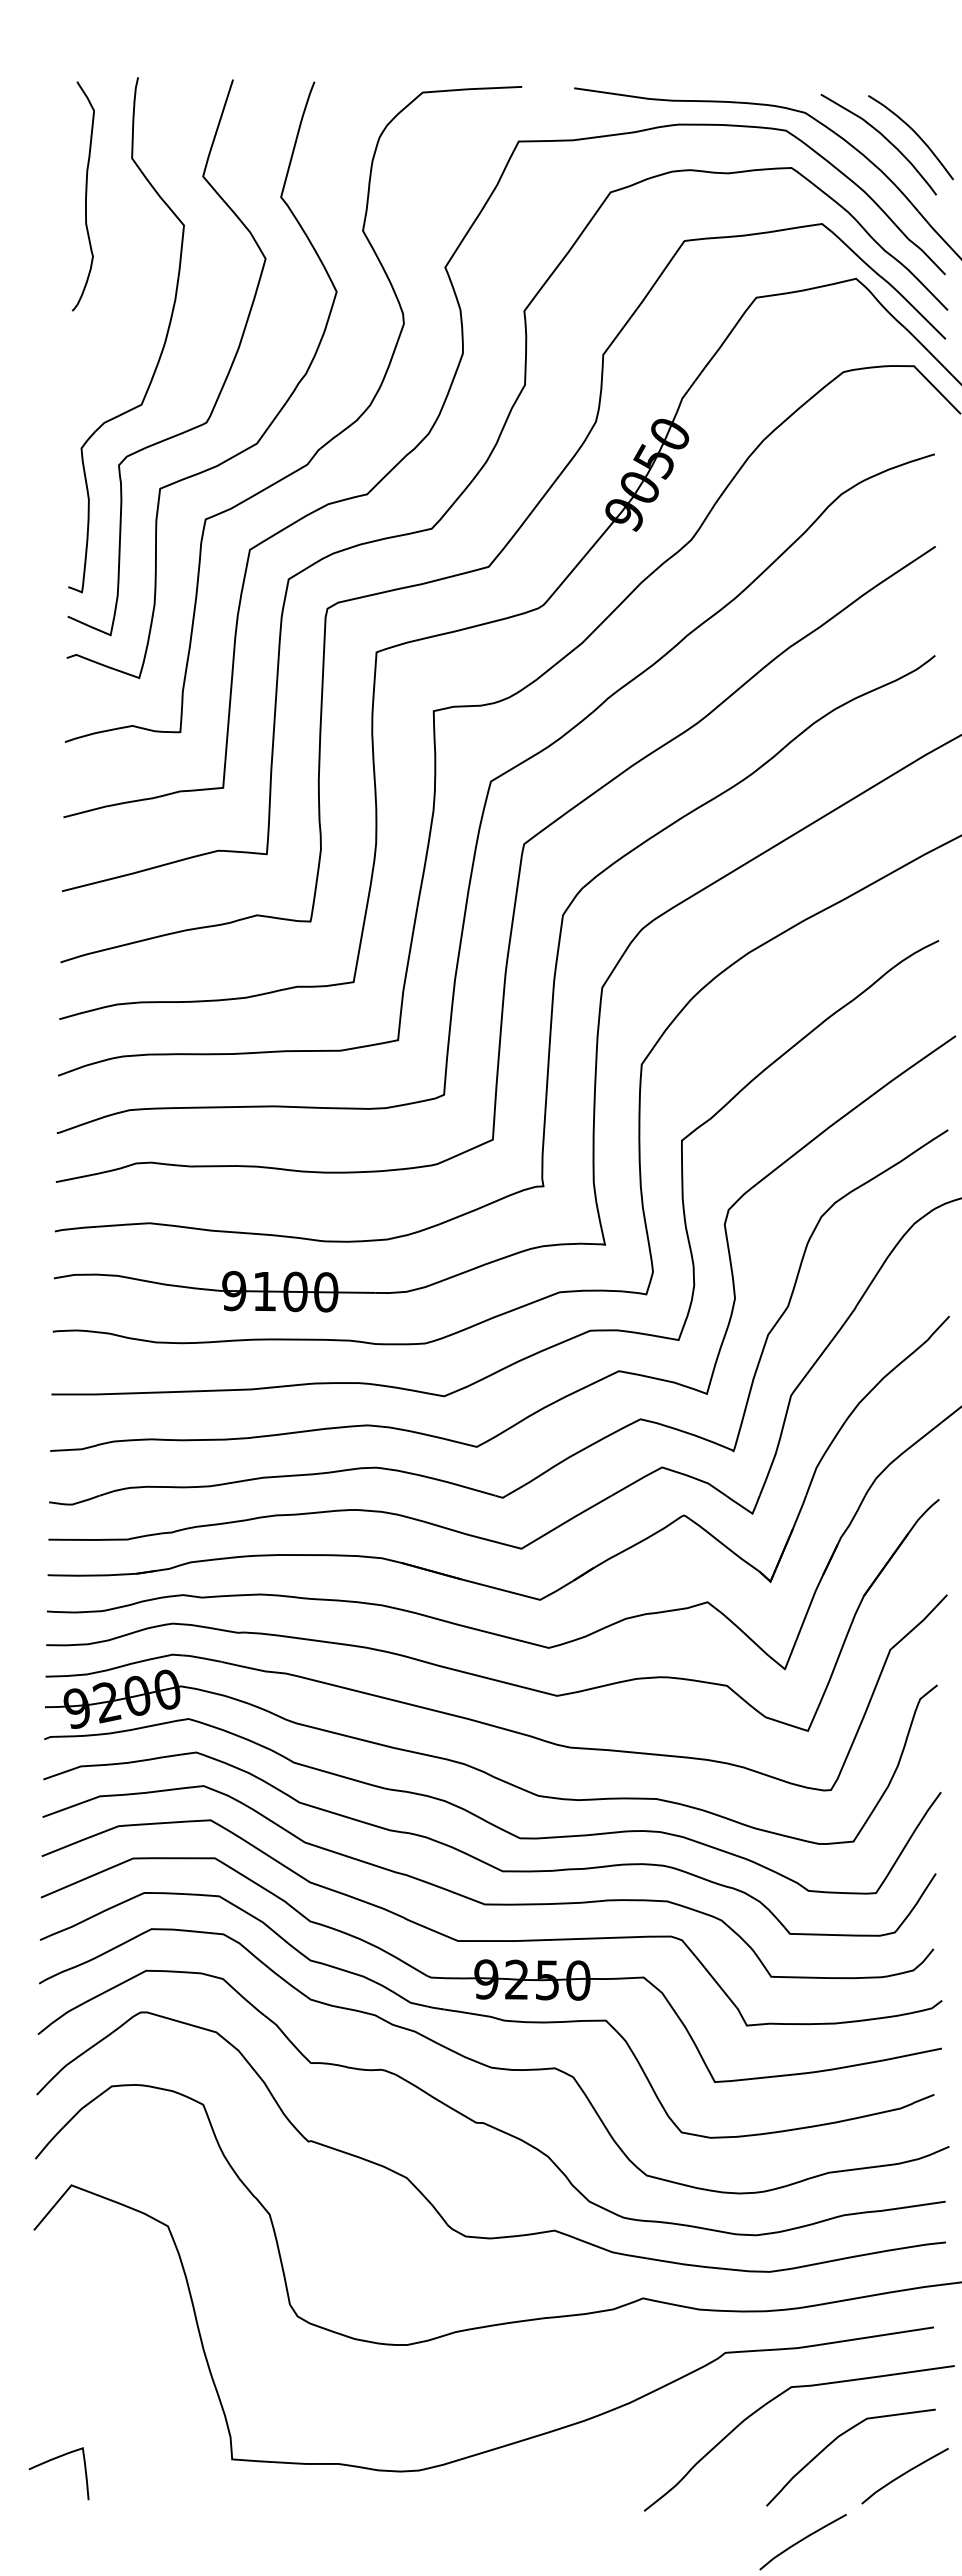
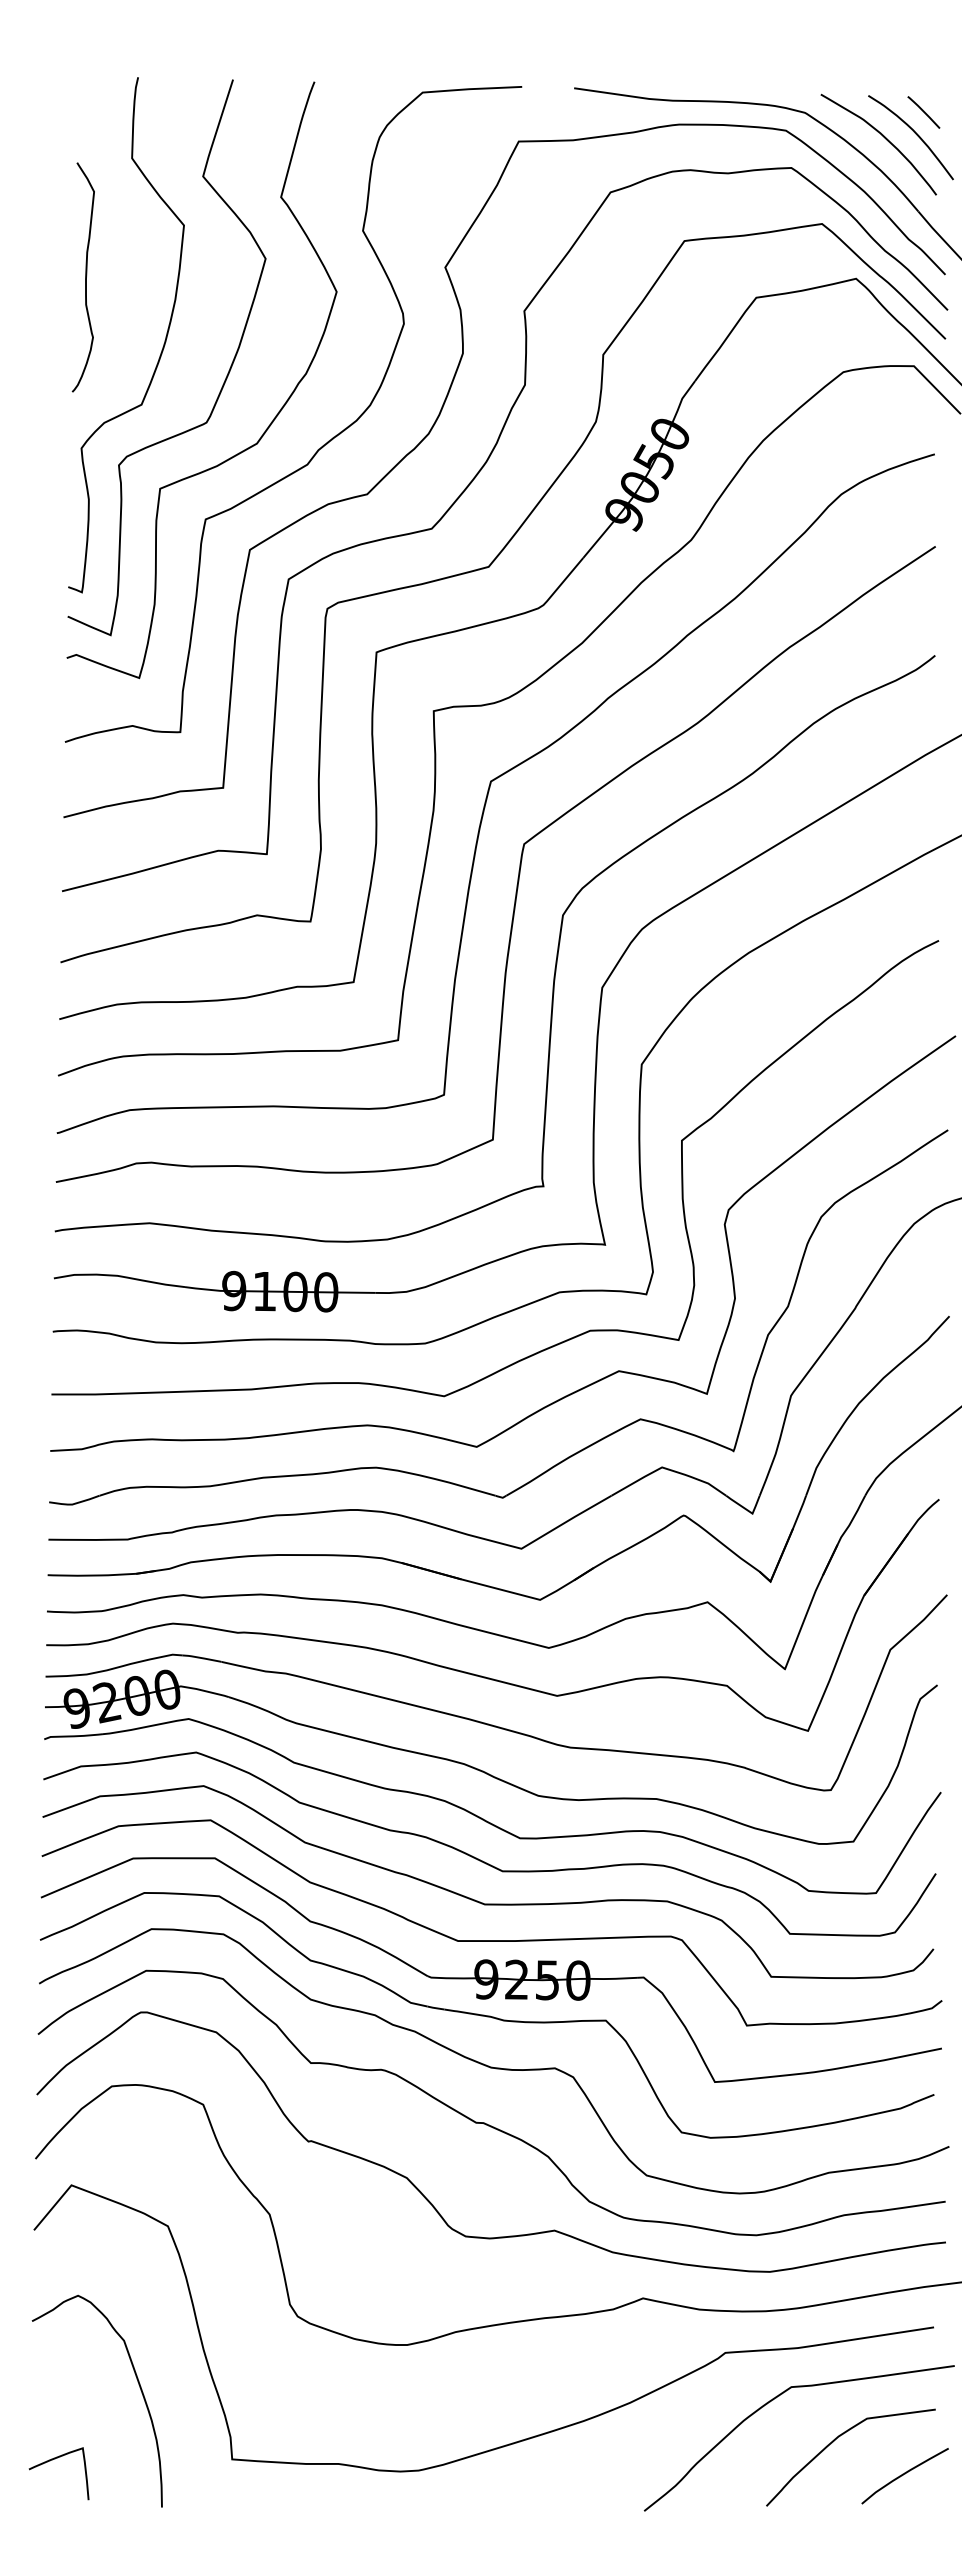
line at (923, 112): none -> present
curve at (85, 196) position: (85, 196) -> (85, 277)
curve at (137, 2382): none -> present
curve at (801, 2541): present -> none
